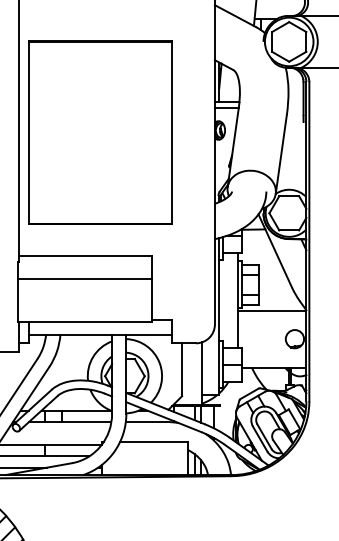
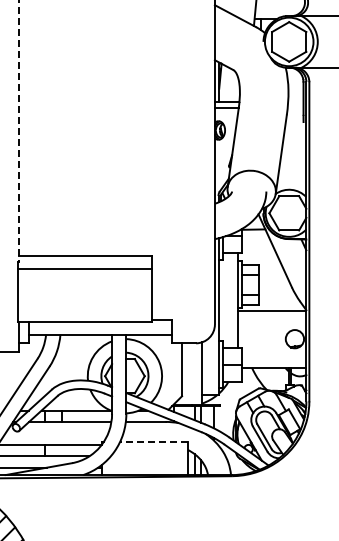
line at (19, 131): solid -> dashed
part at (100, 132): present -> none
line at (84, 278) position: (84, 278) -> (84, 268)
line at (153, 442): solid -> dashed
